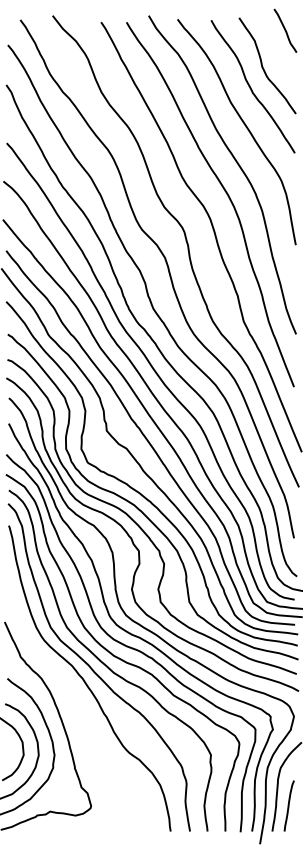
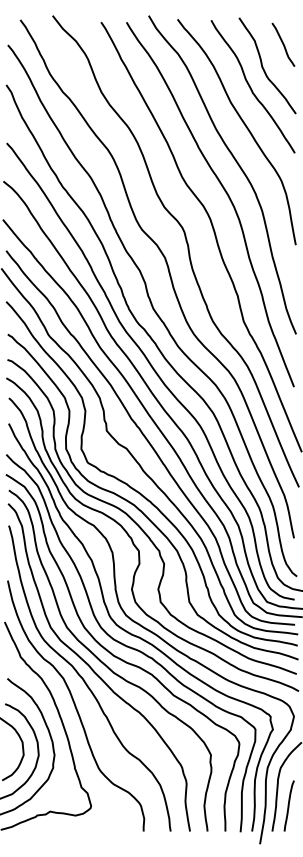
curve at (285, 30) position: (285, 30) -> (283, 44)
curve at (76, 705): none -> present
